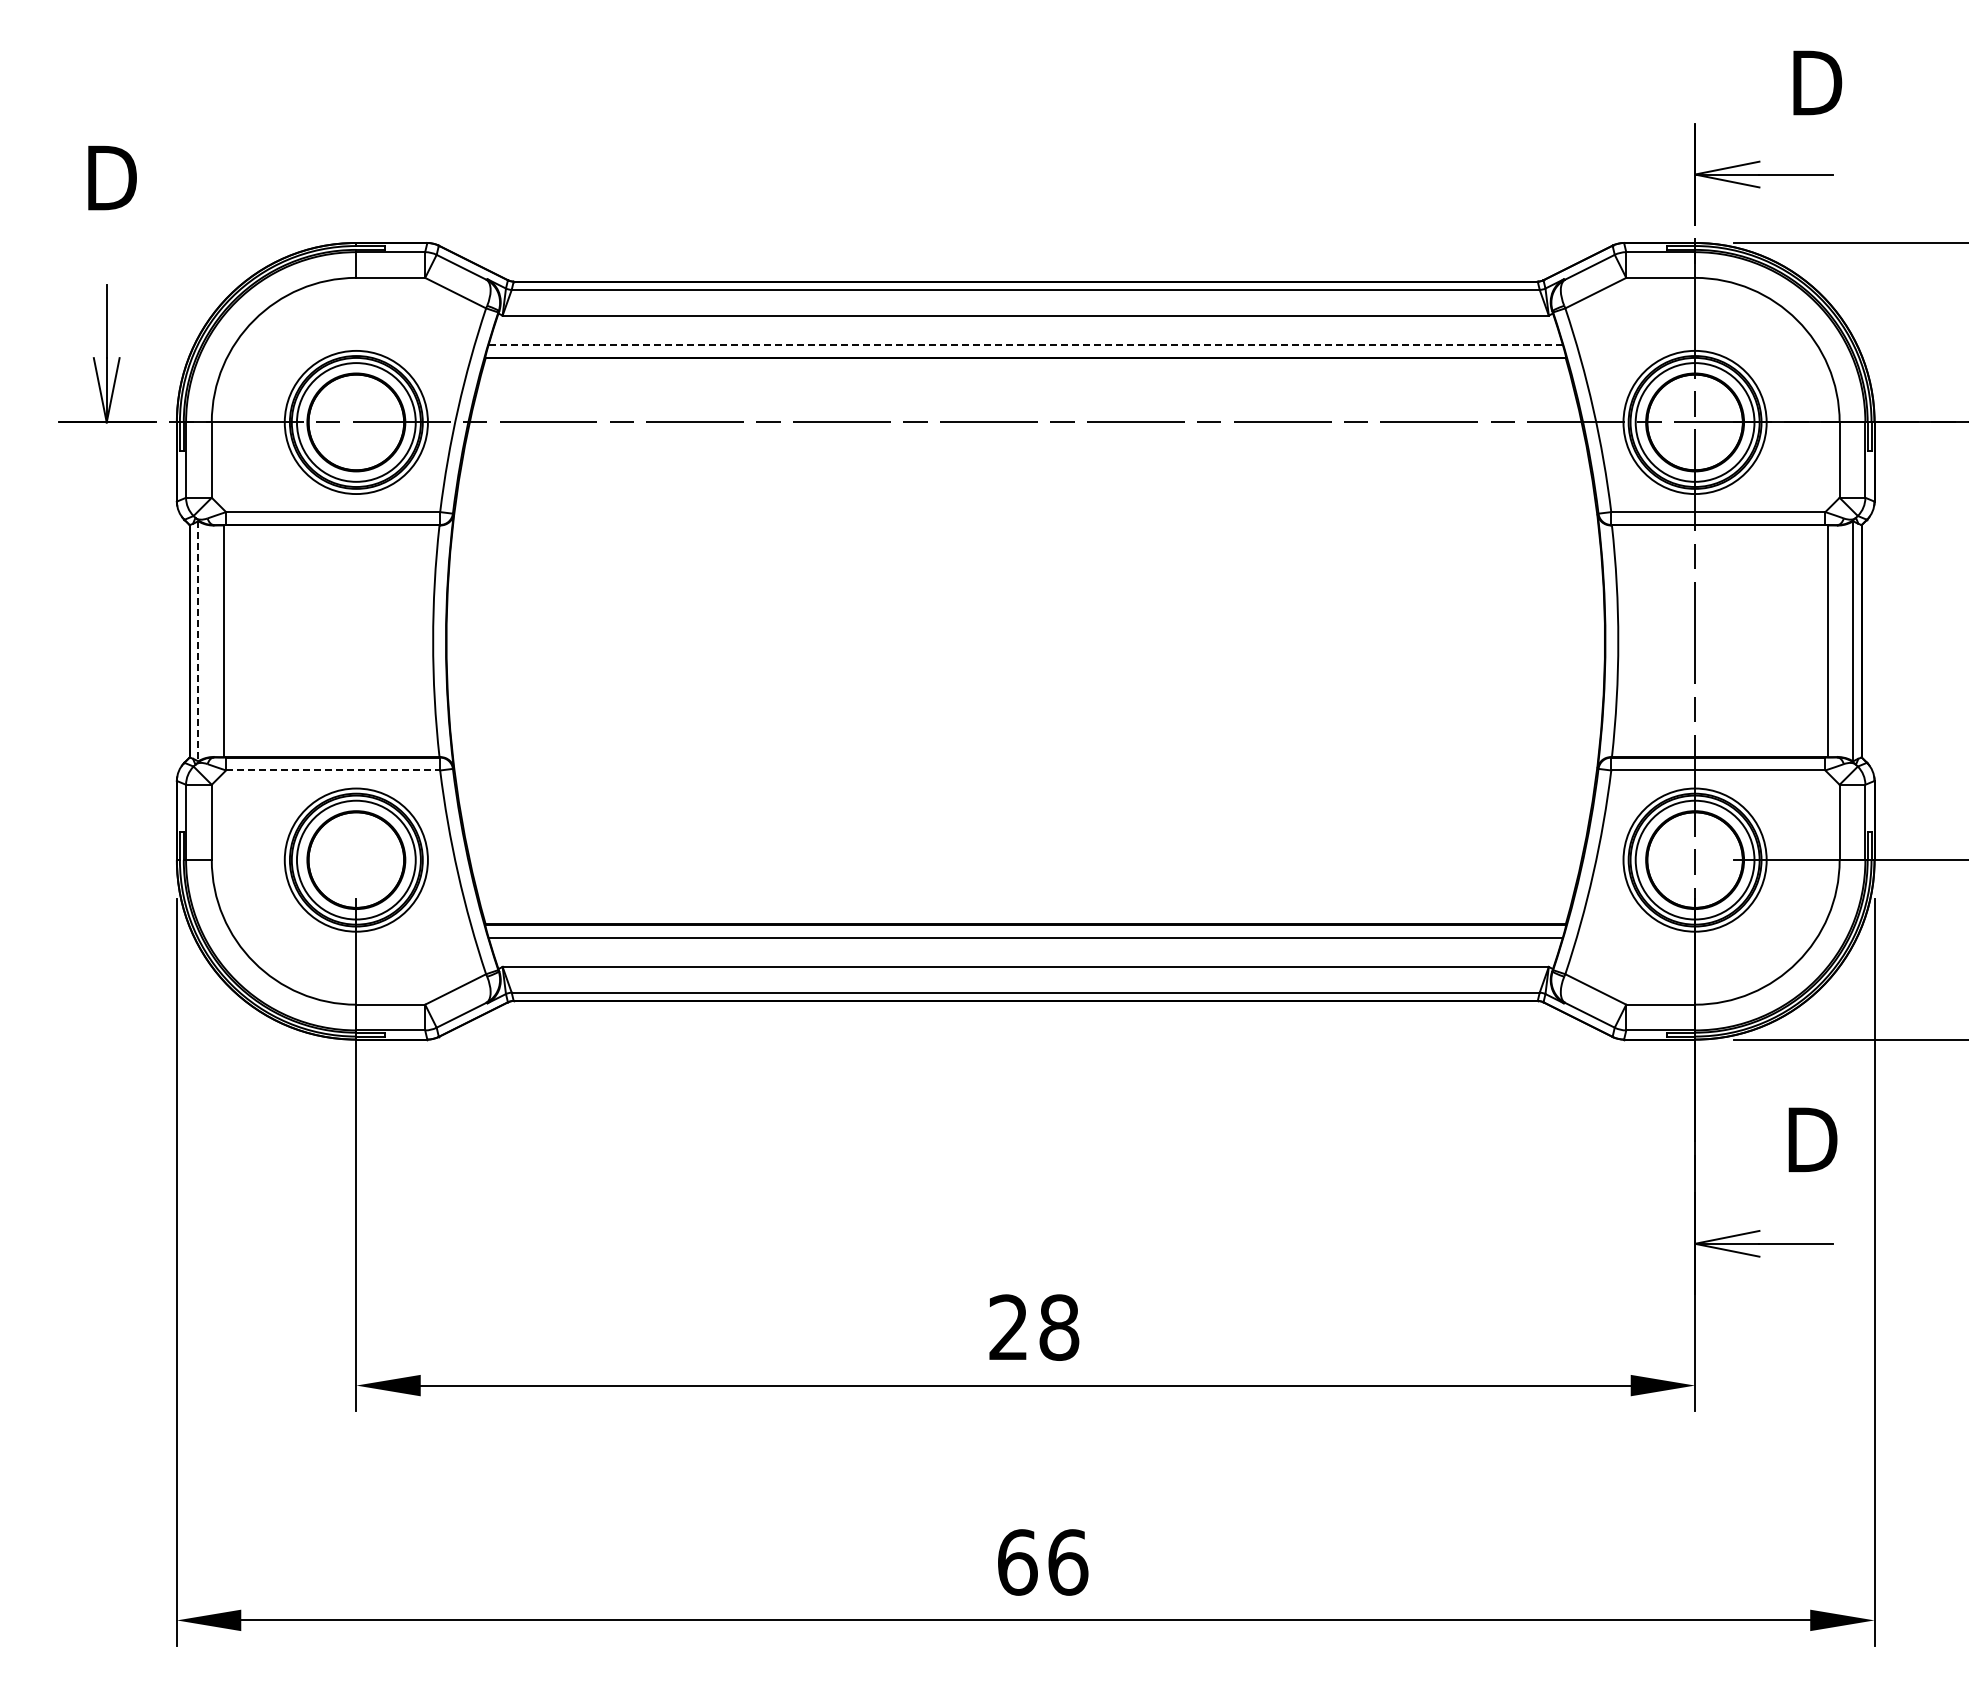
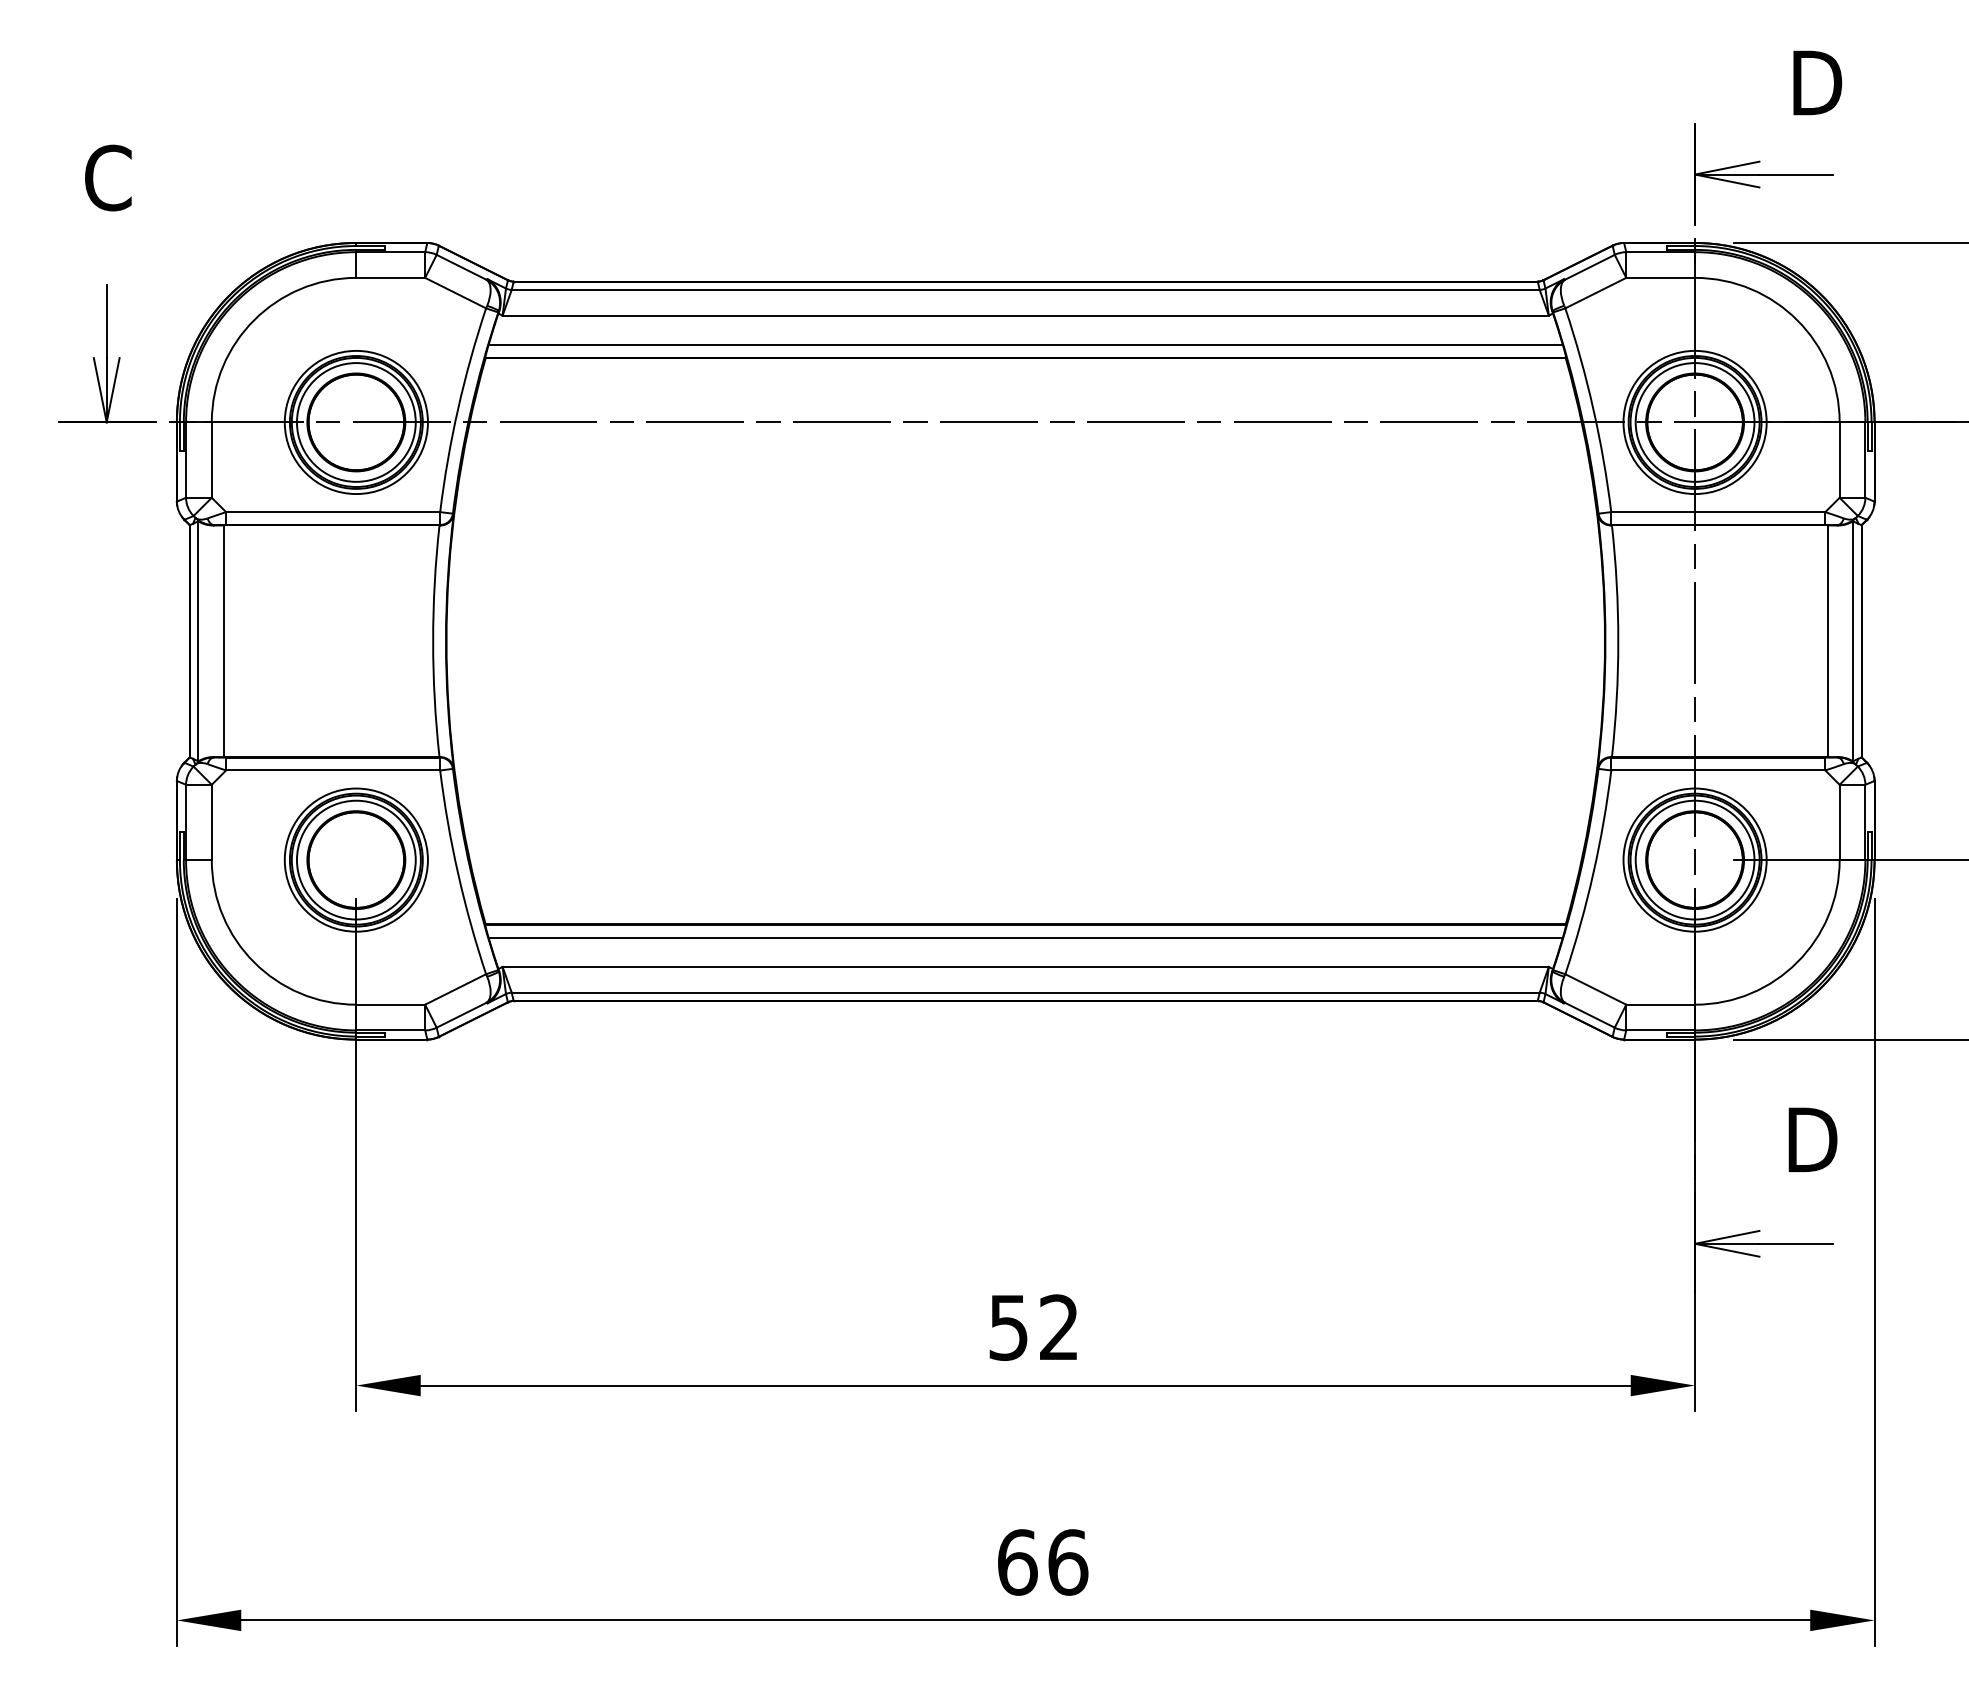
text at (110, 177): D -> C
line at (1025, 344): dashed -> solid
line at (198, 641): dashed -> solid
line at (333, 770): dashed -> solid
text at (1034, 1327): 28 -> 52
